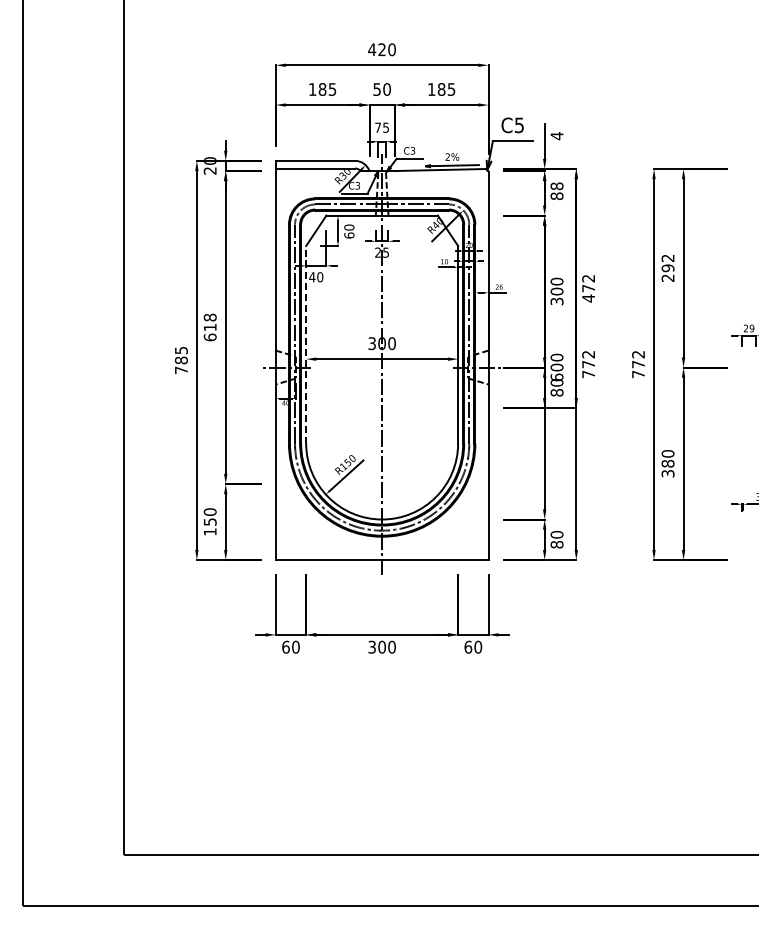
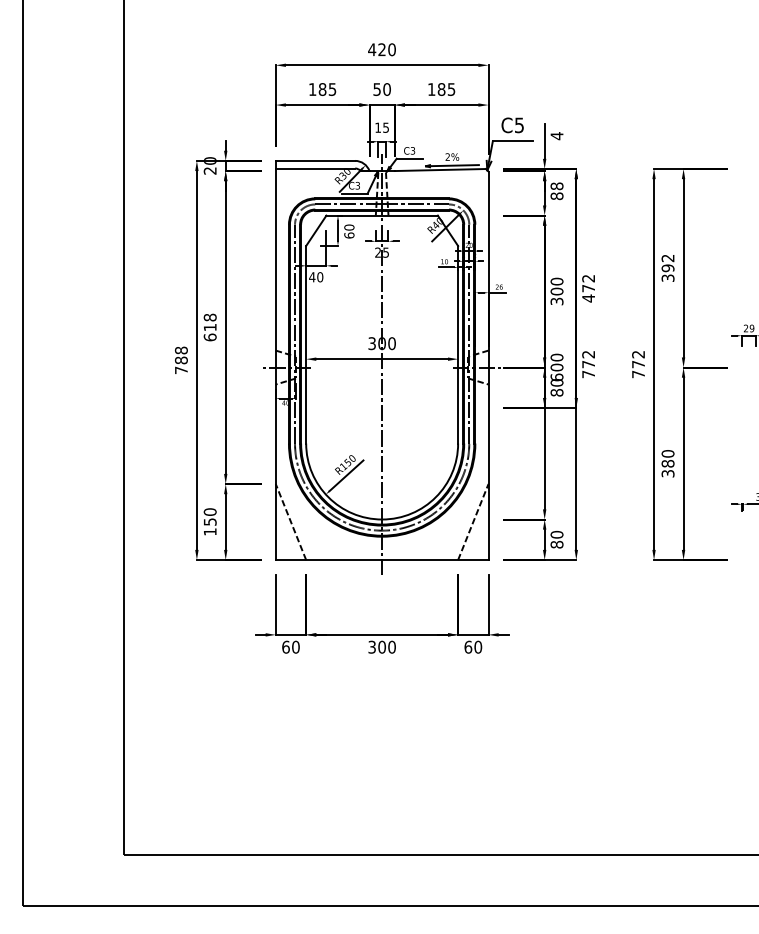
text at (377, 127): 75 -> 15
text at (668, 277): 292 -> 392
line at (306, 344): dashed -> solid
text at (180, 350): 785 -> 788
line at (290, 522): none -> present
line at (473, 522): none -> present
